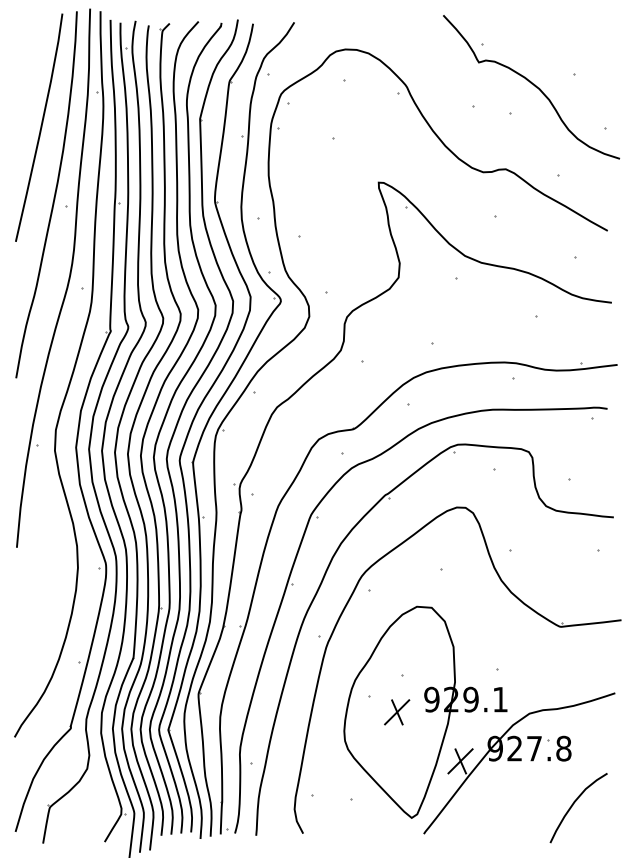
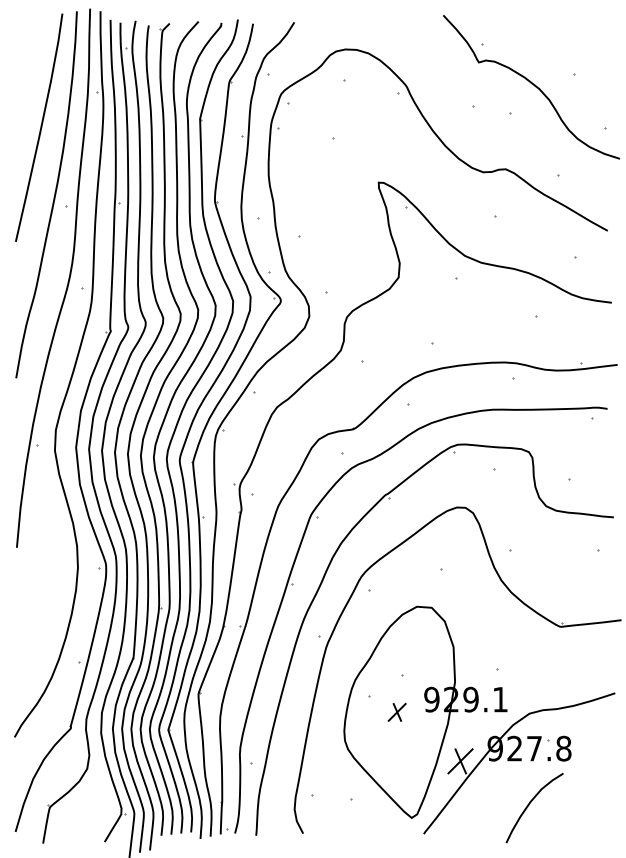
part at (397, 712) size: 27x27 px -> 20x20 px
curve at (573, 805) position: (573, 805) -> (529, 805)
